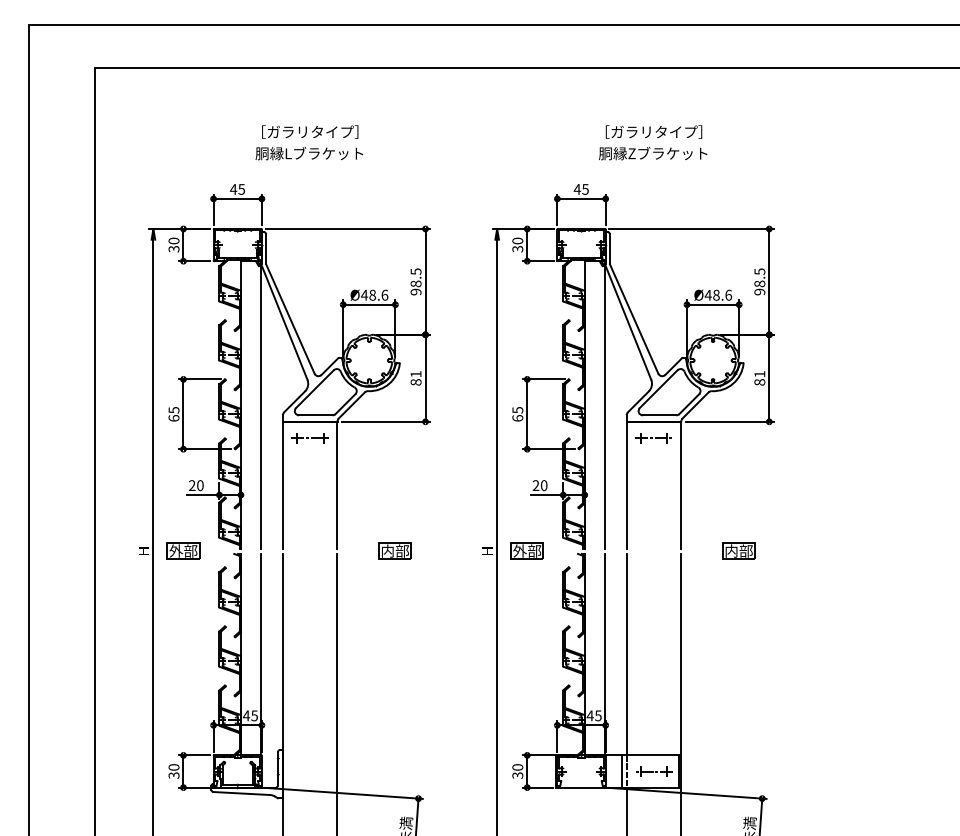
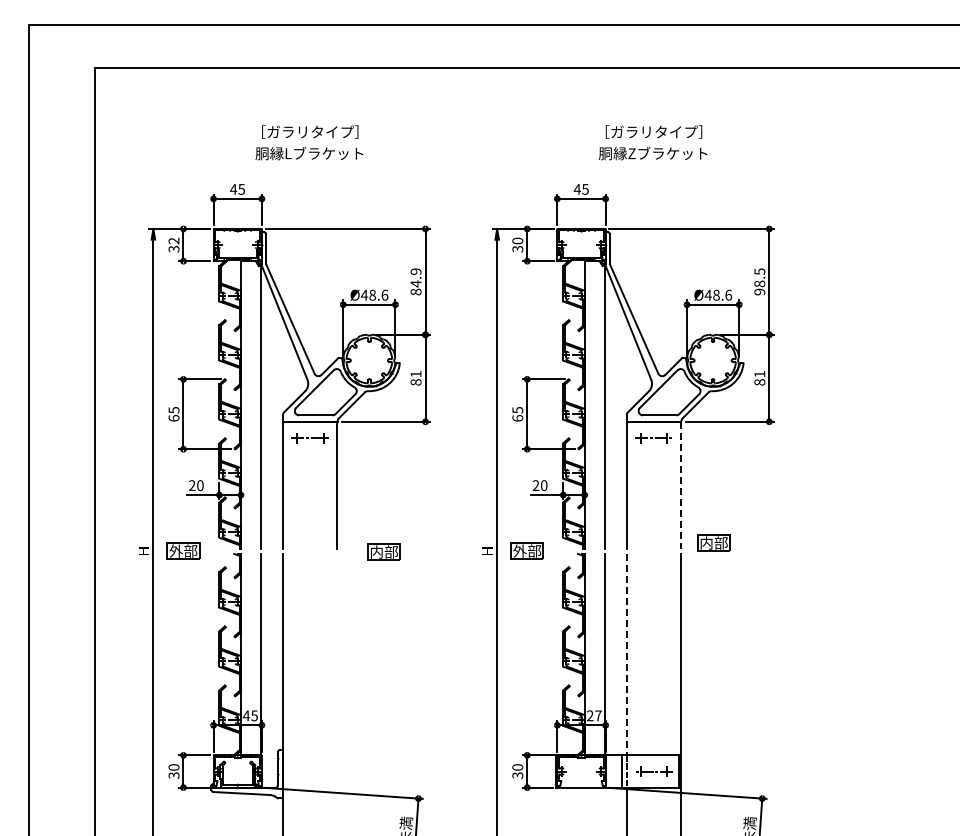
text at (173, 240): 30 -> 32
text at (415, 281): 98.5 -> 84.9
line at (680, 485): solid -> dashed
part at (394, 550) position: (394, 550) -> (383, 551)
part at (738, 550) position: (738, 550) -> (713, 542)
line at (627, 654): solid -> dashed
line at (337, 692): present -> none
text at (593, 715): 45 -> 27
